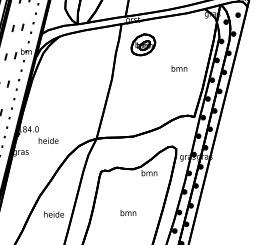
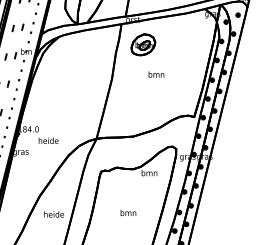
text at (179, 68) position: (179, 68) -> (156, 74)
